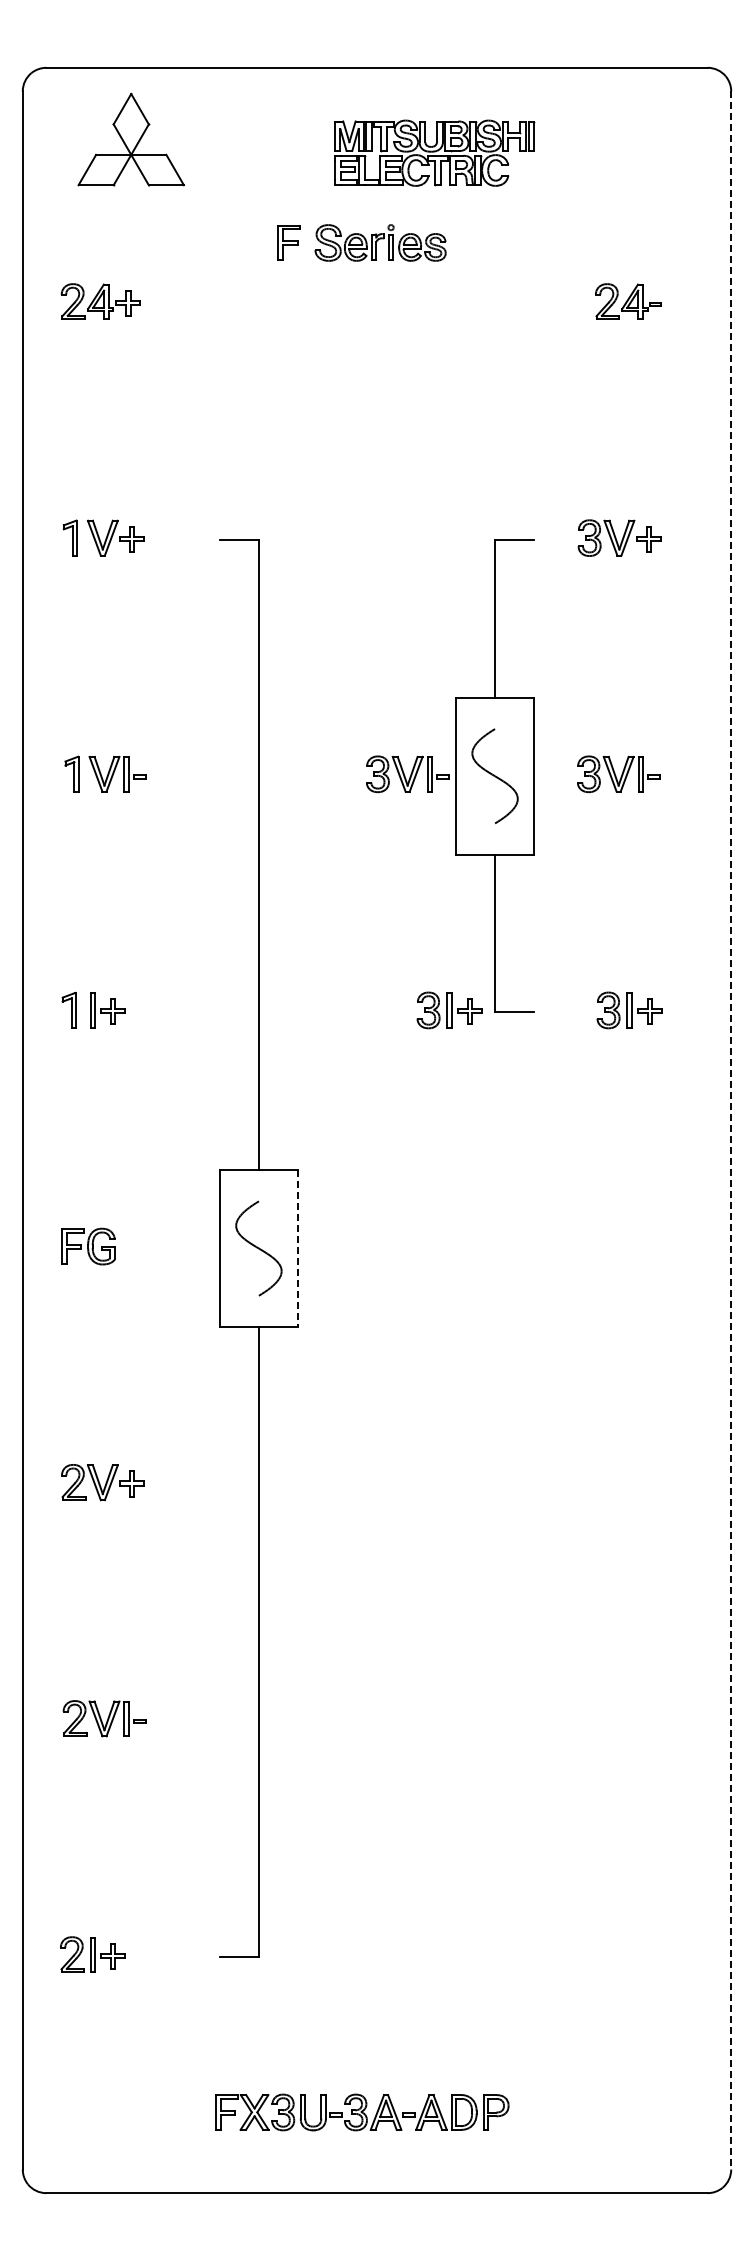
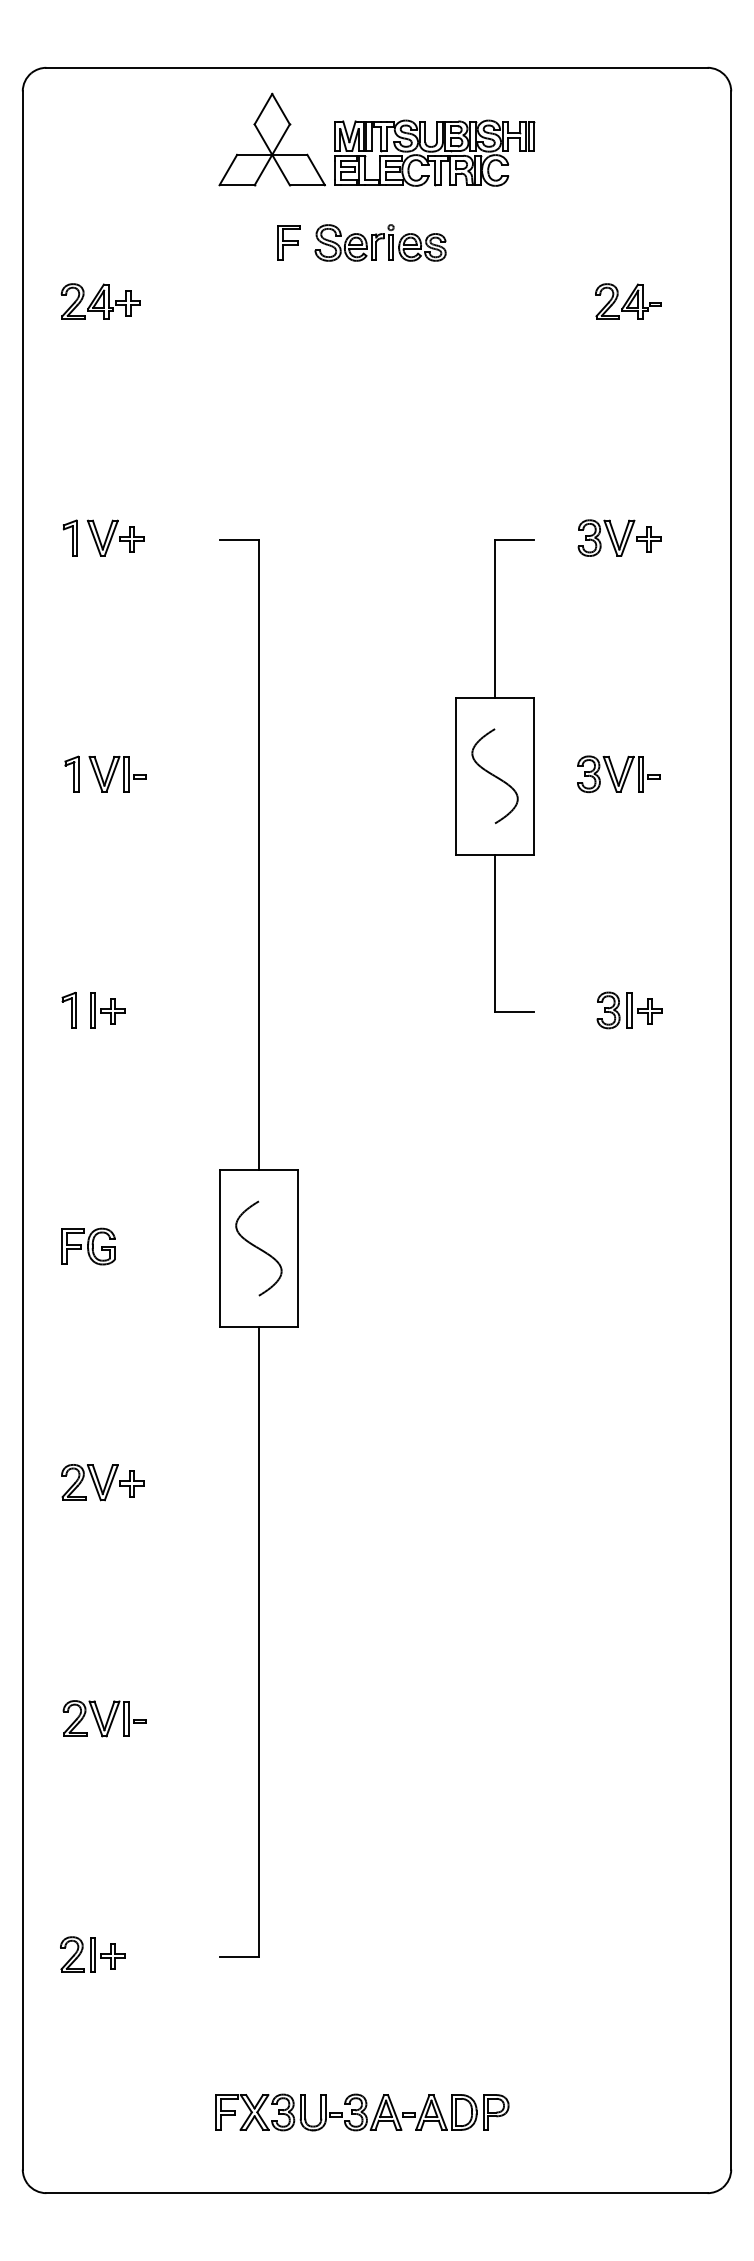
part at (130, 139) position: (130, 139) -> (271, 139)
part at (407, 774): present -> none
part at (449, 1010): present -> none
line at (731, 1130): dashed -> solid
line at (298, 1248): dashed -> solid
